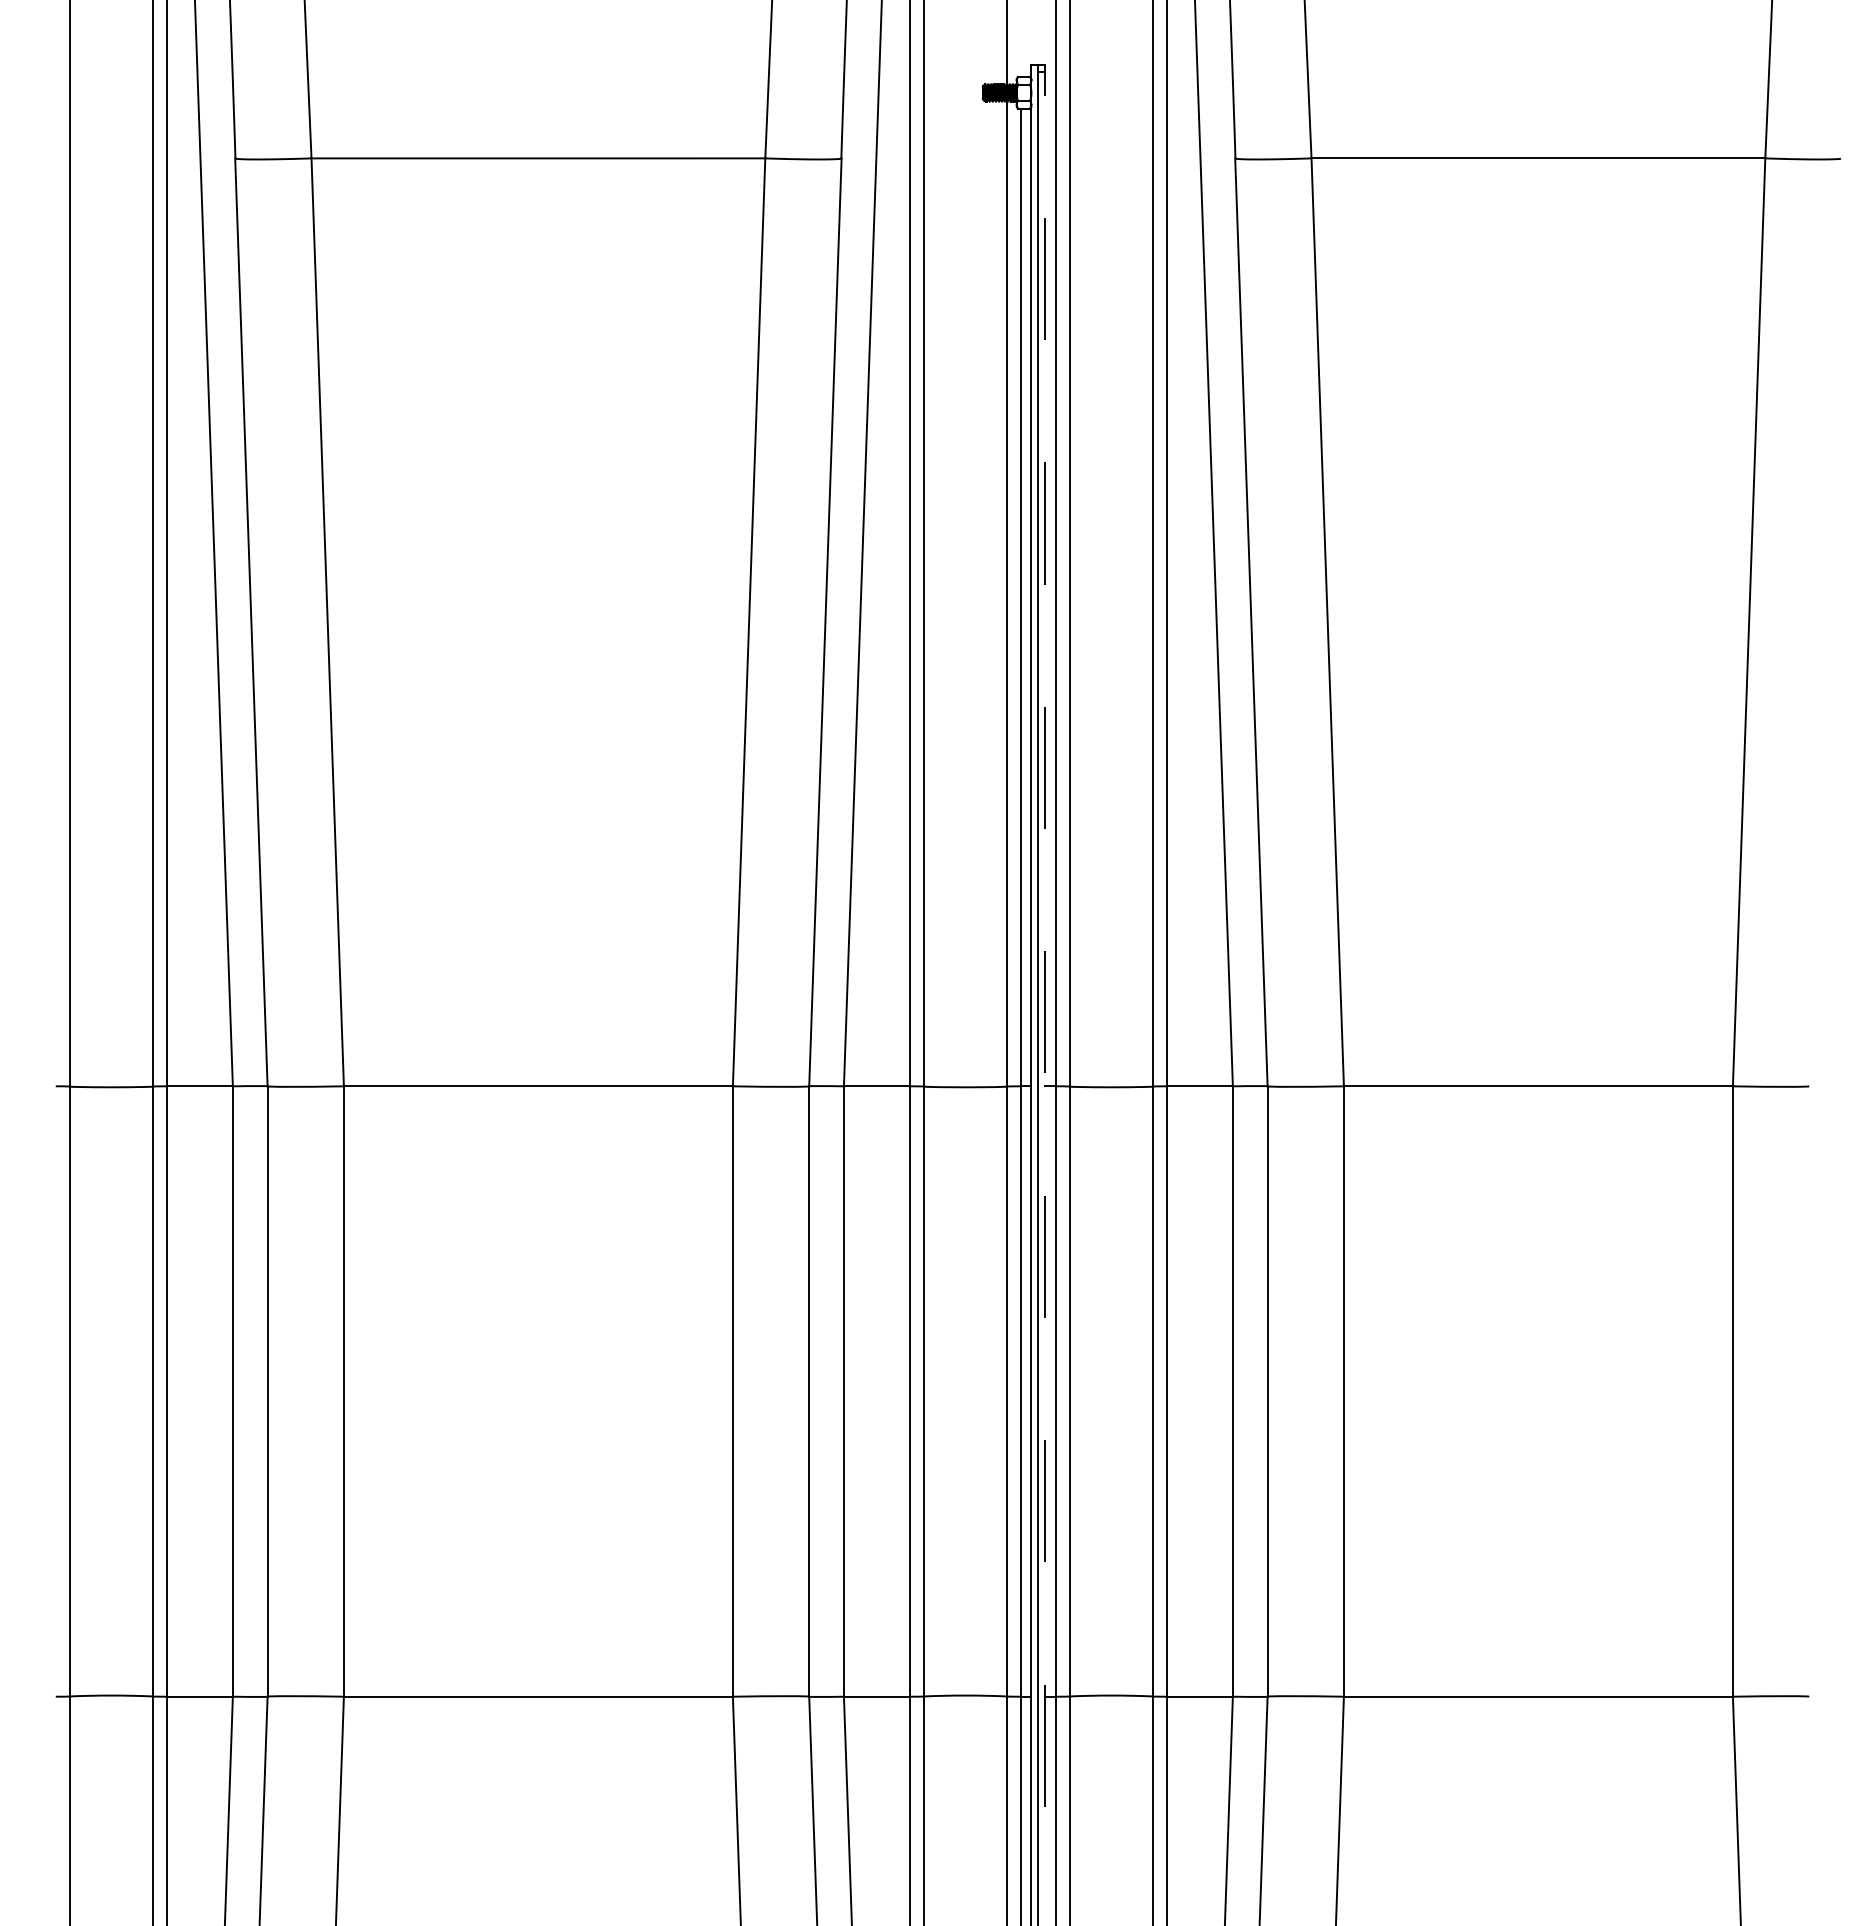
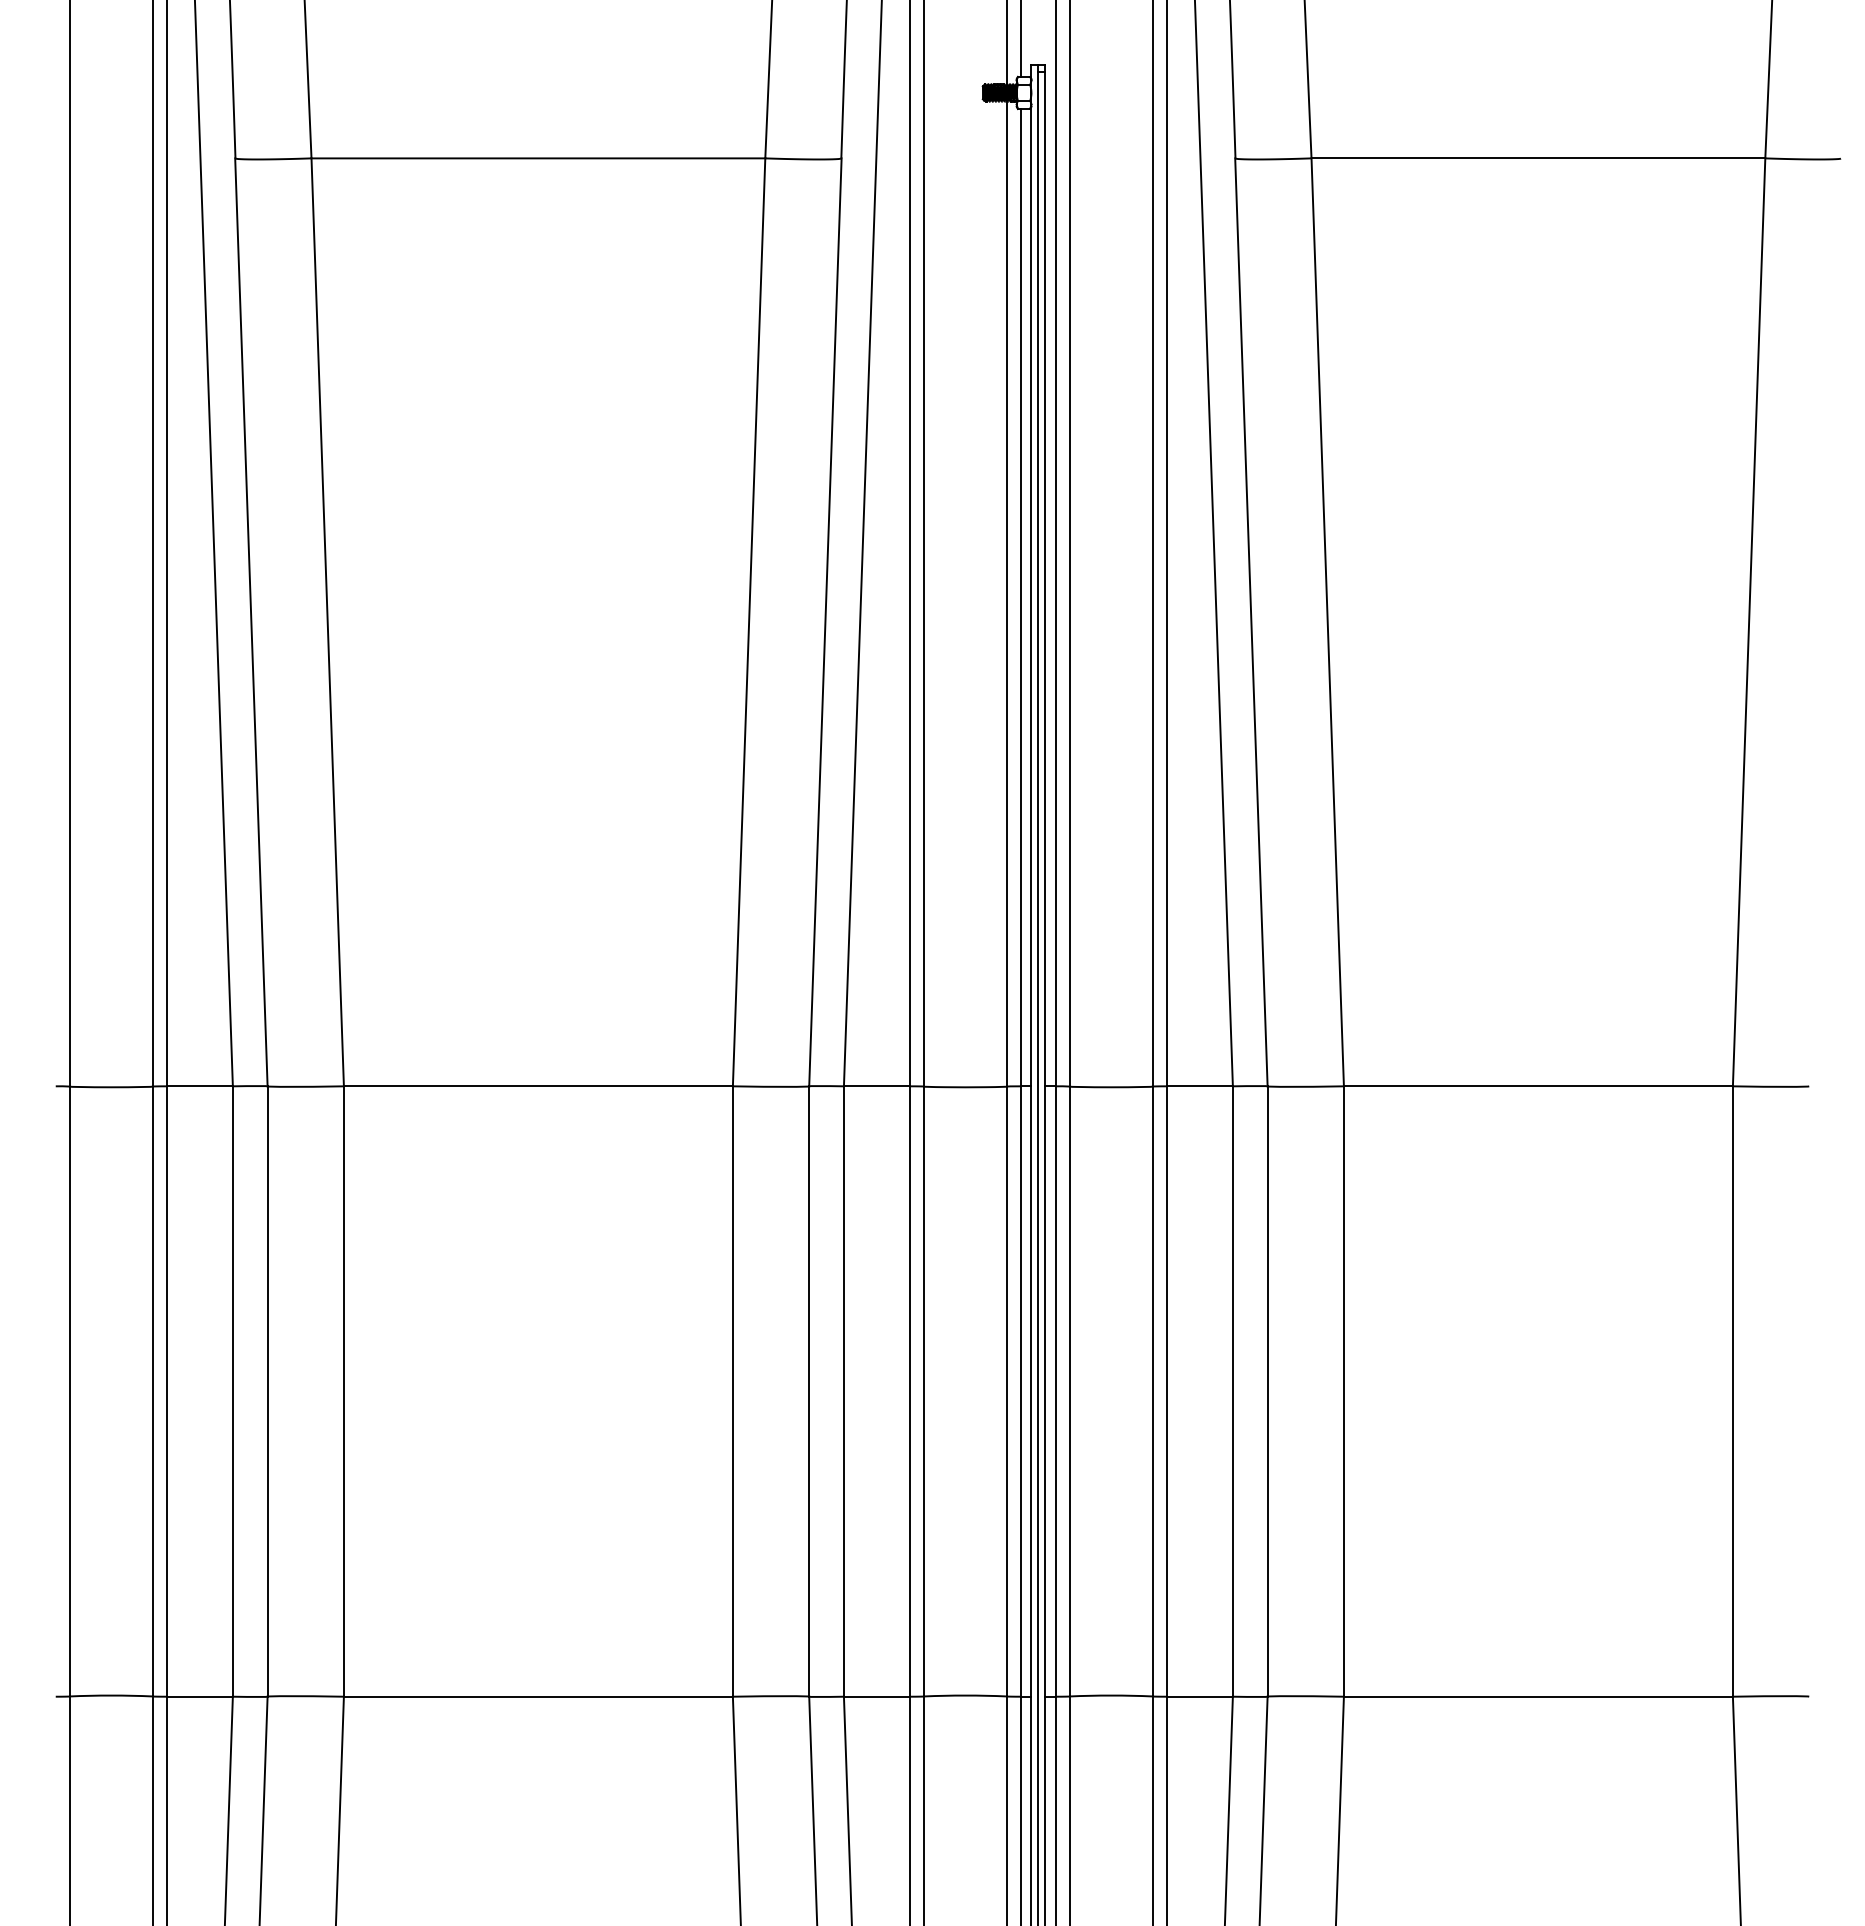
line at (1021, 39): none -> present
line at (1045, 998): dashed -> solid
